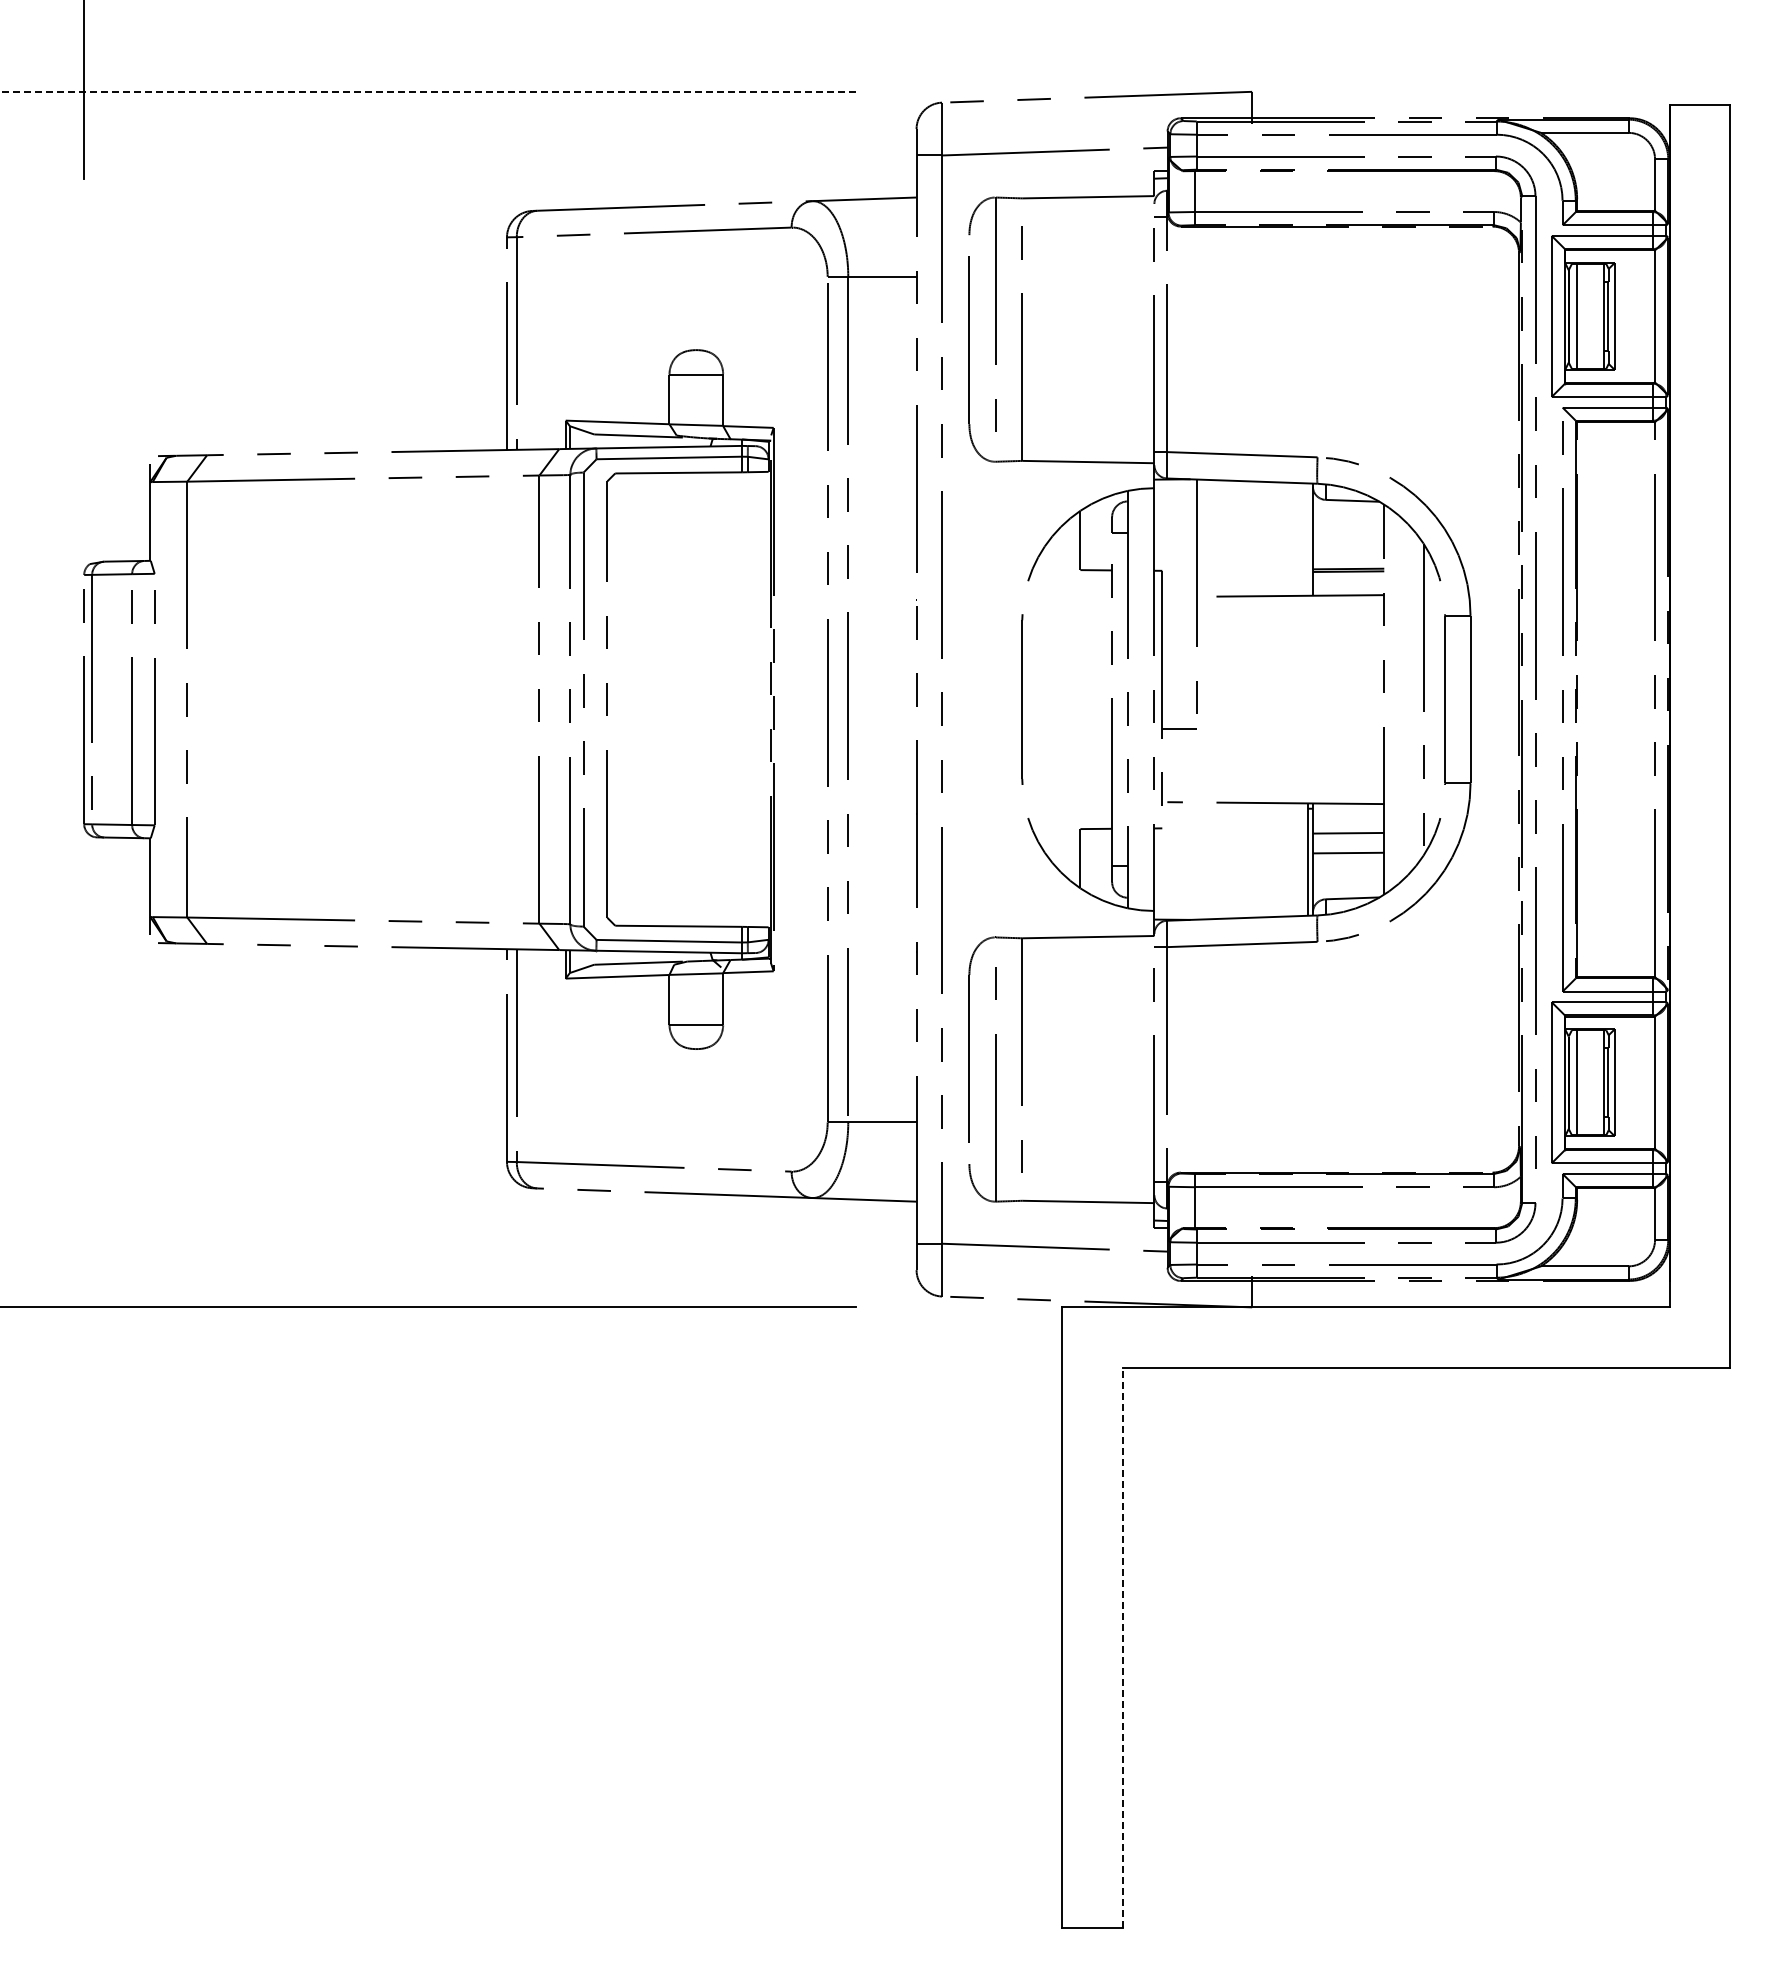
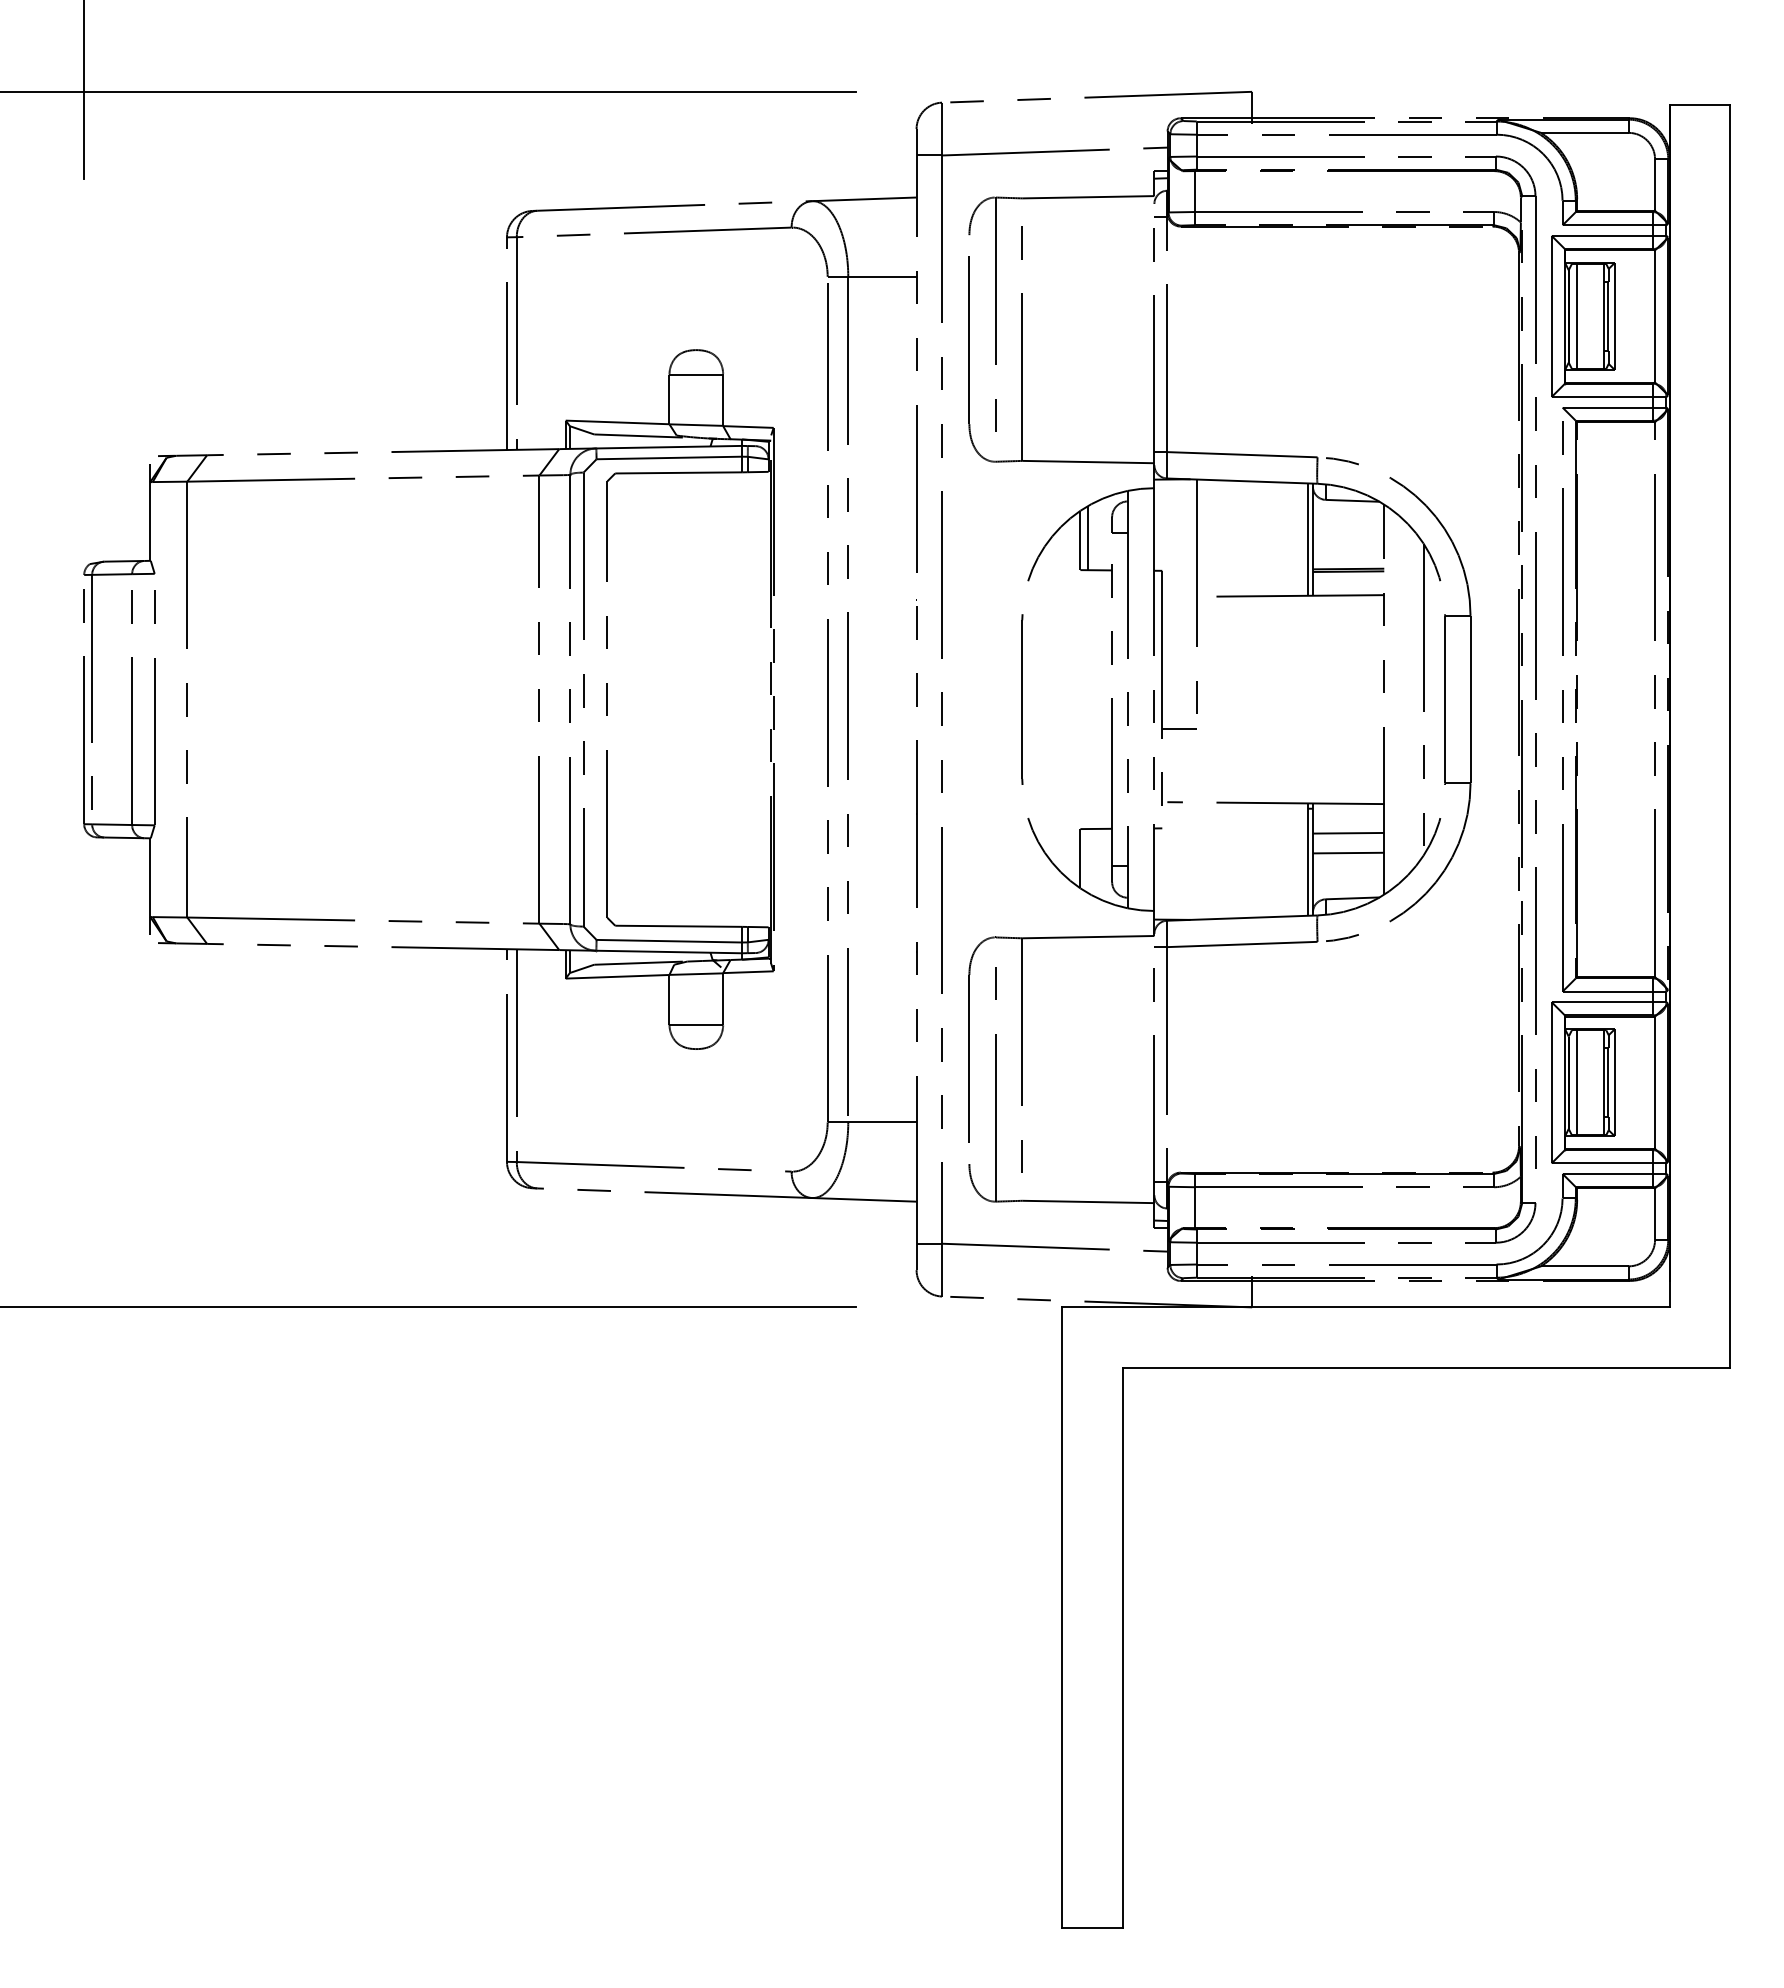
line at (427, 91): dashed -> solid
line at (1088, 537): none -> present
line at (1307, 539): none -> present
line at (1122, 1647): dashed -> solid
